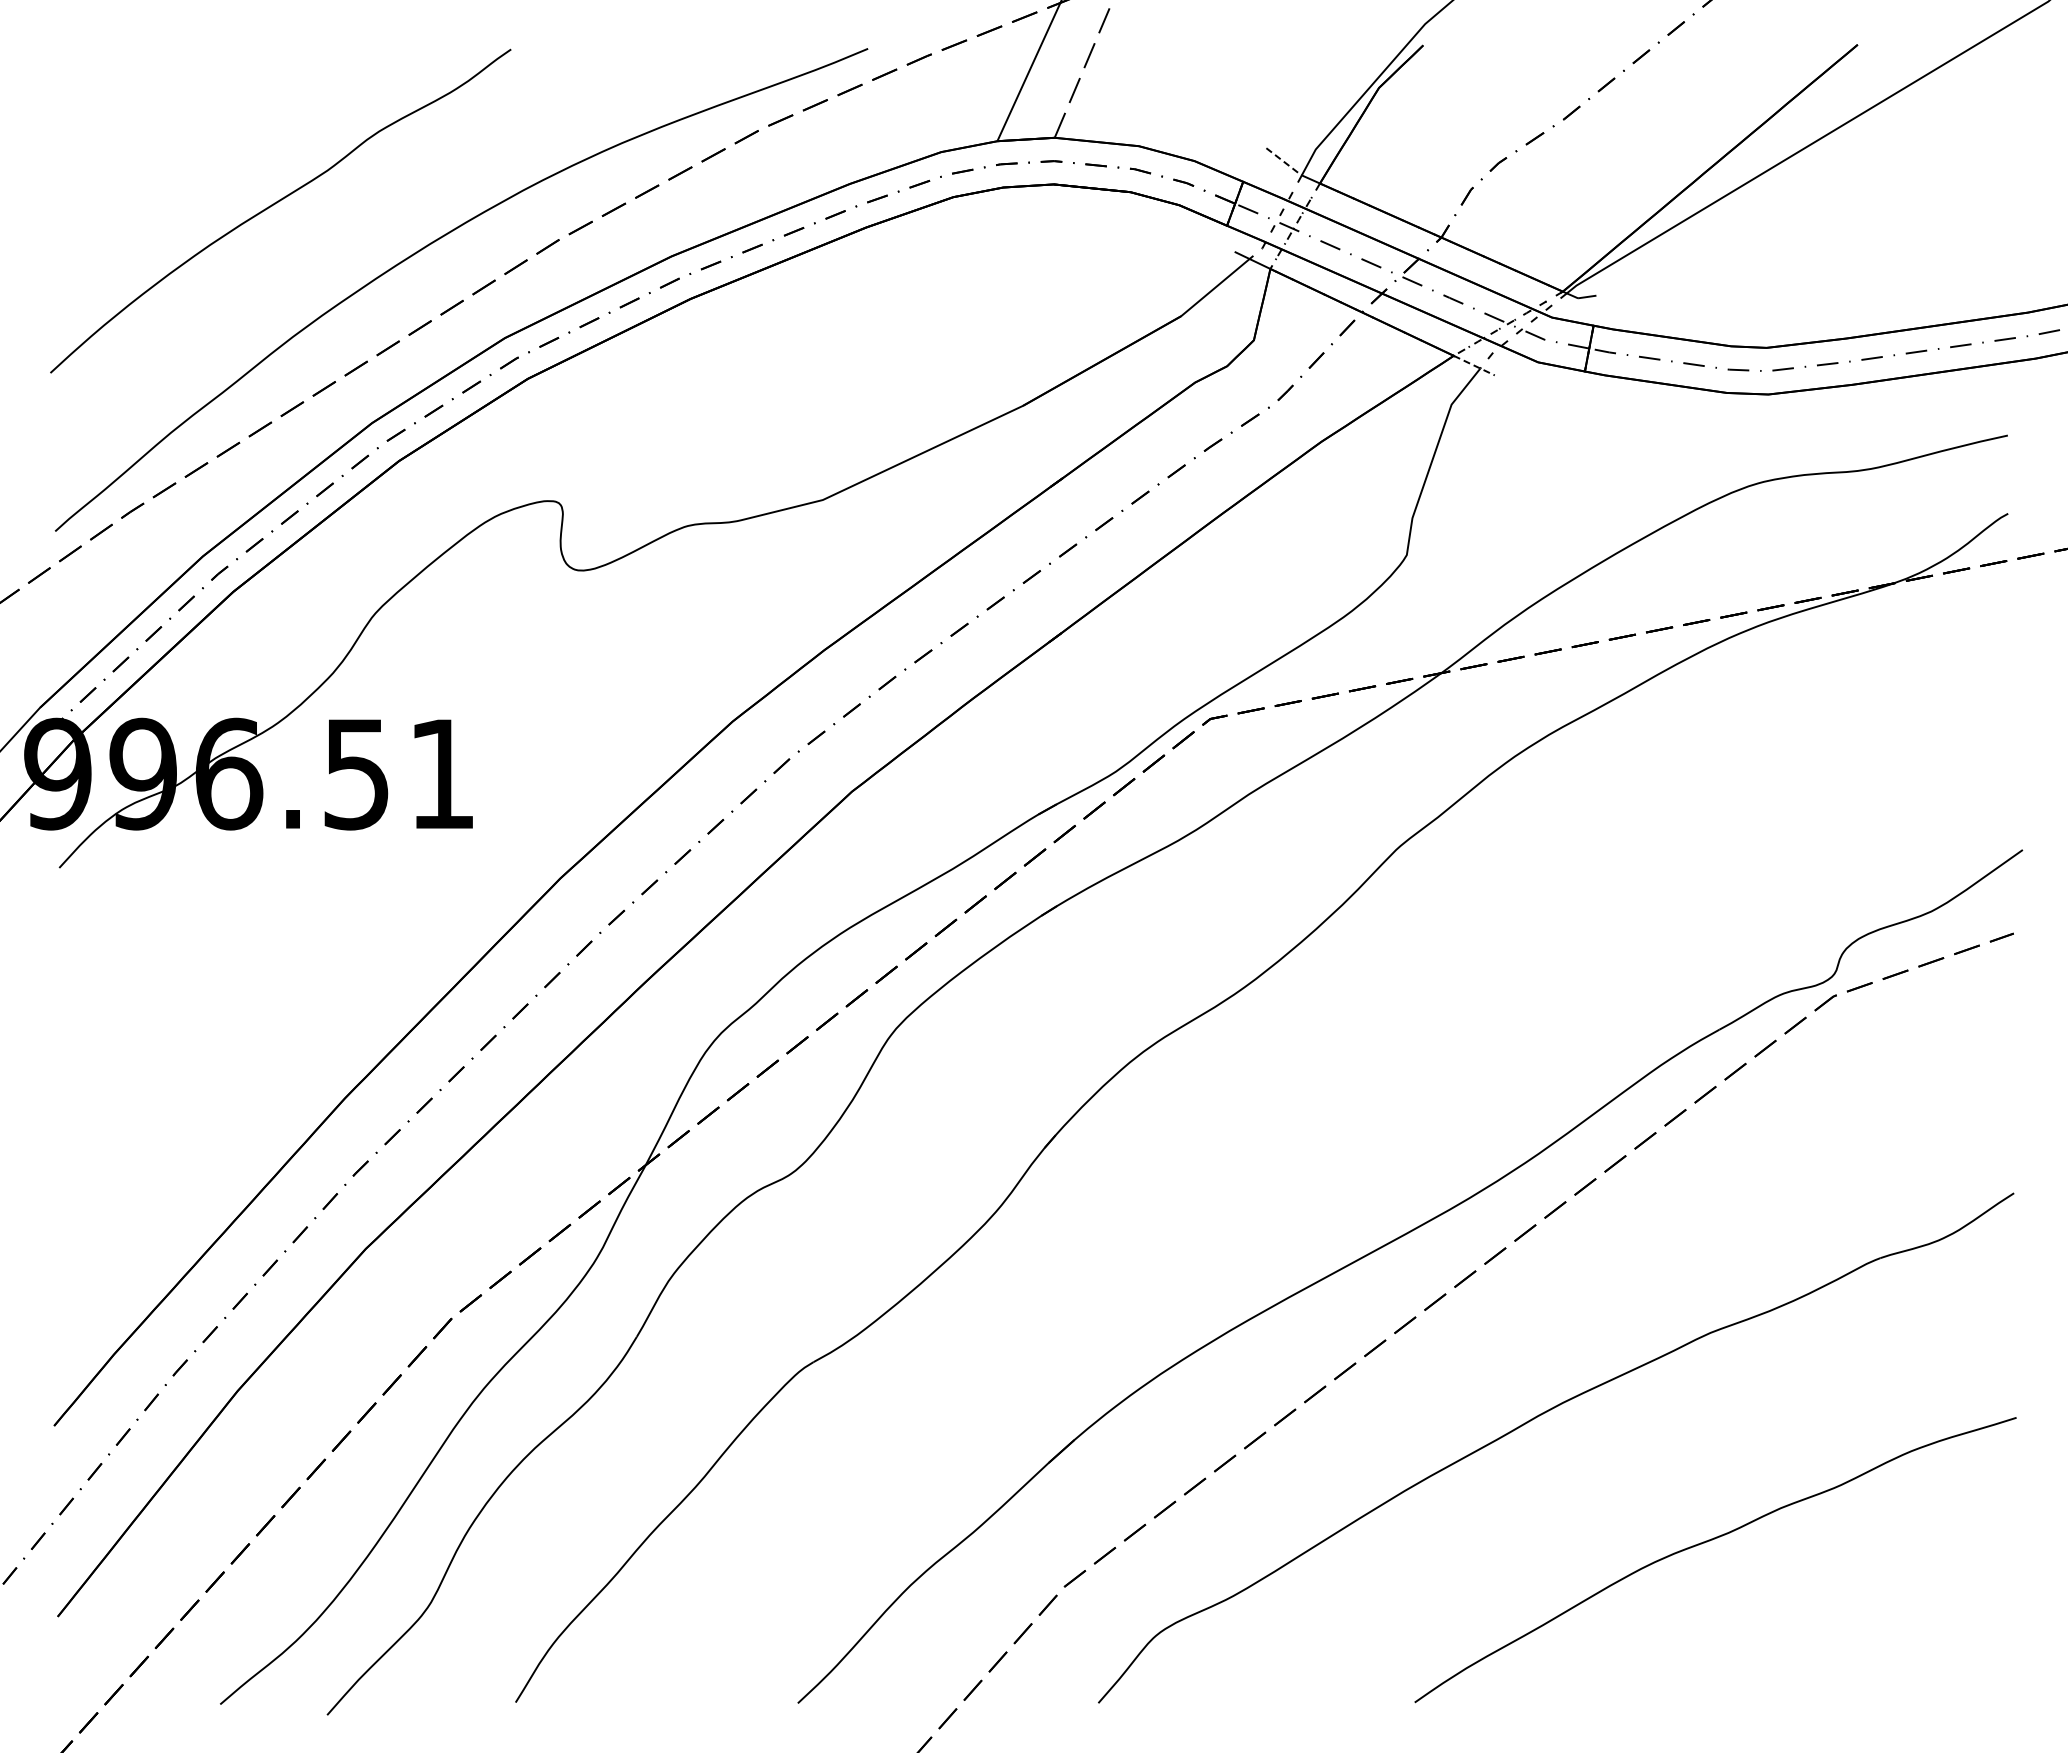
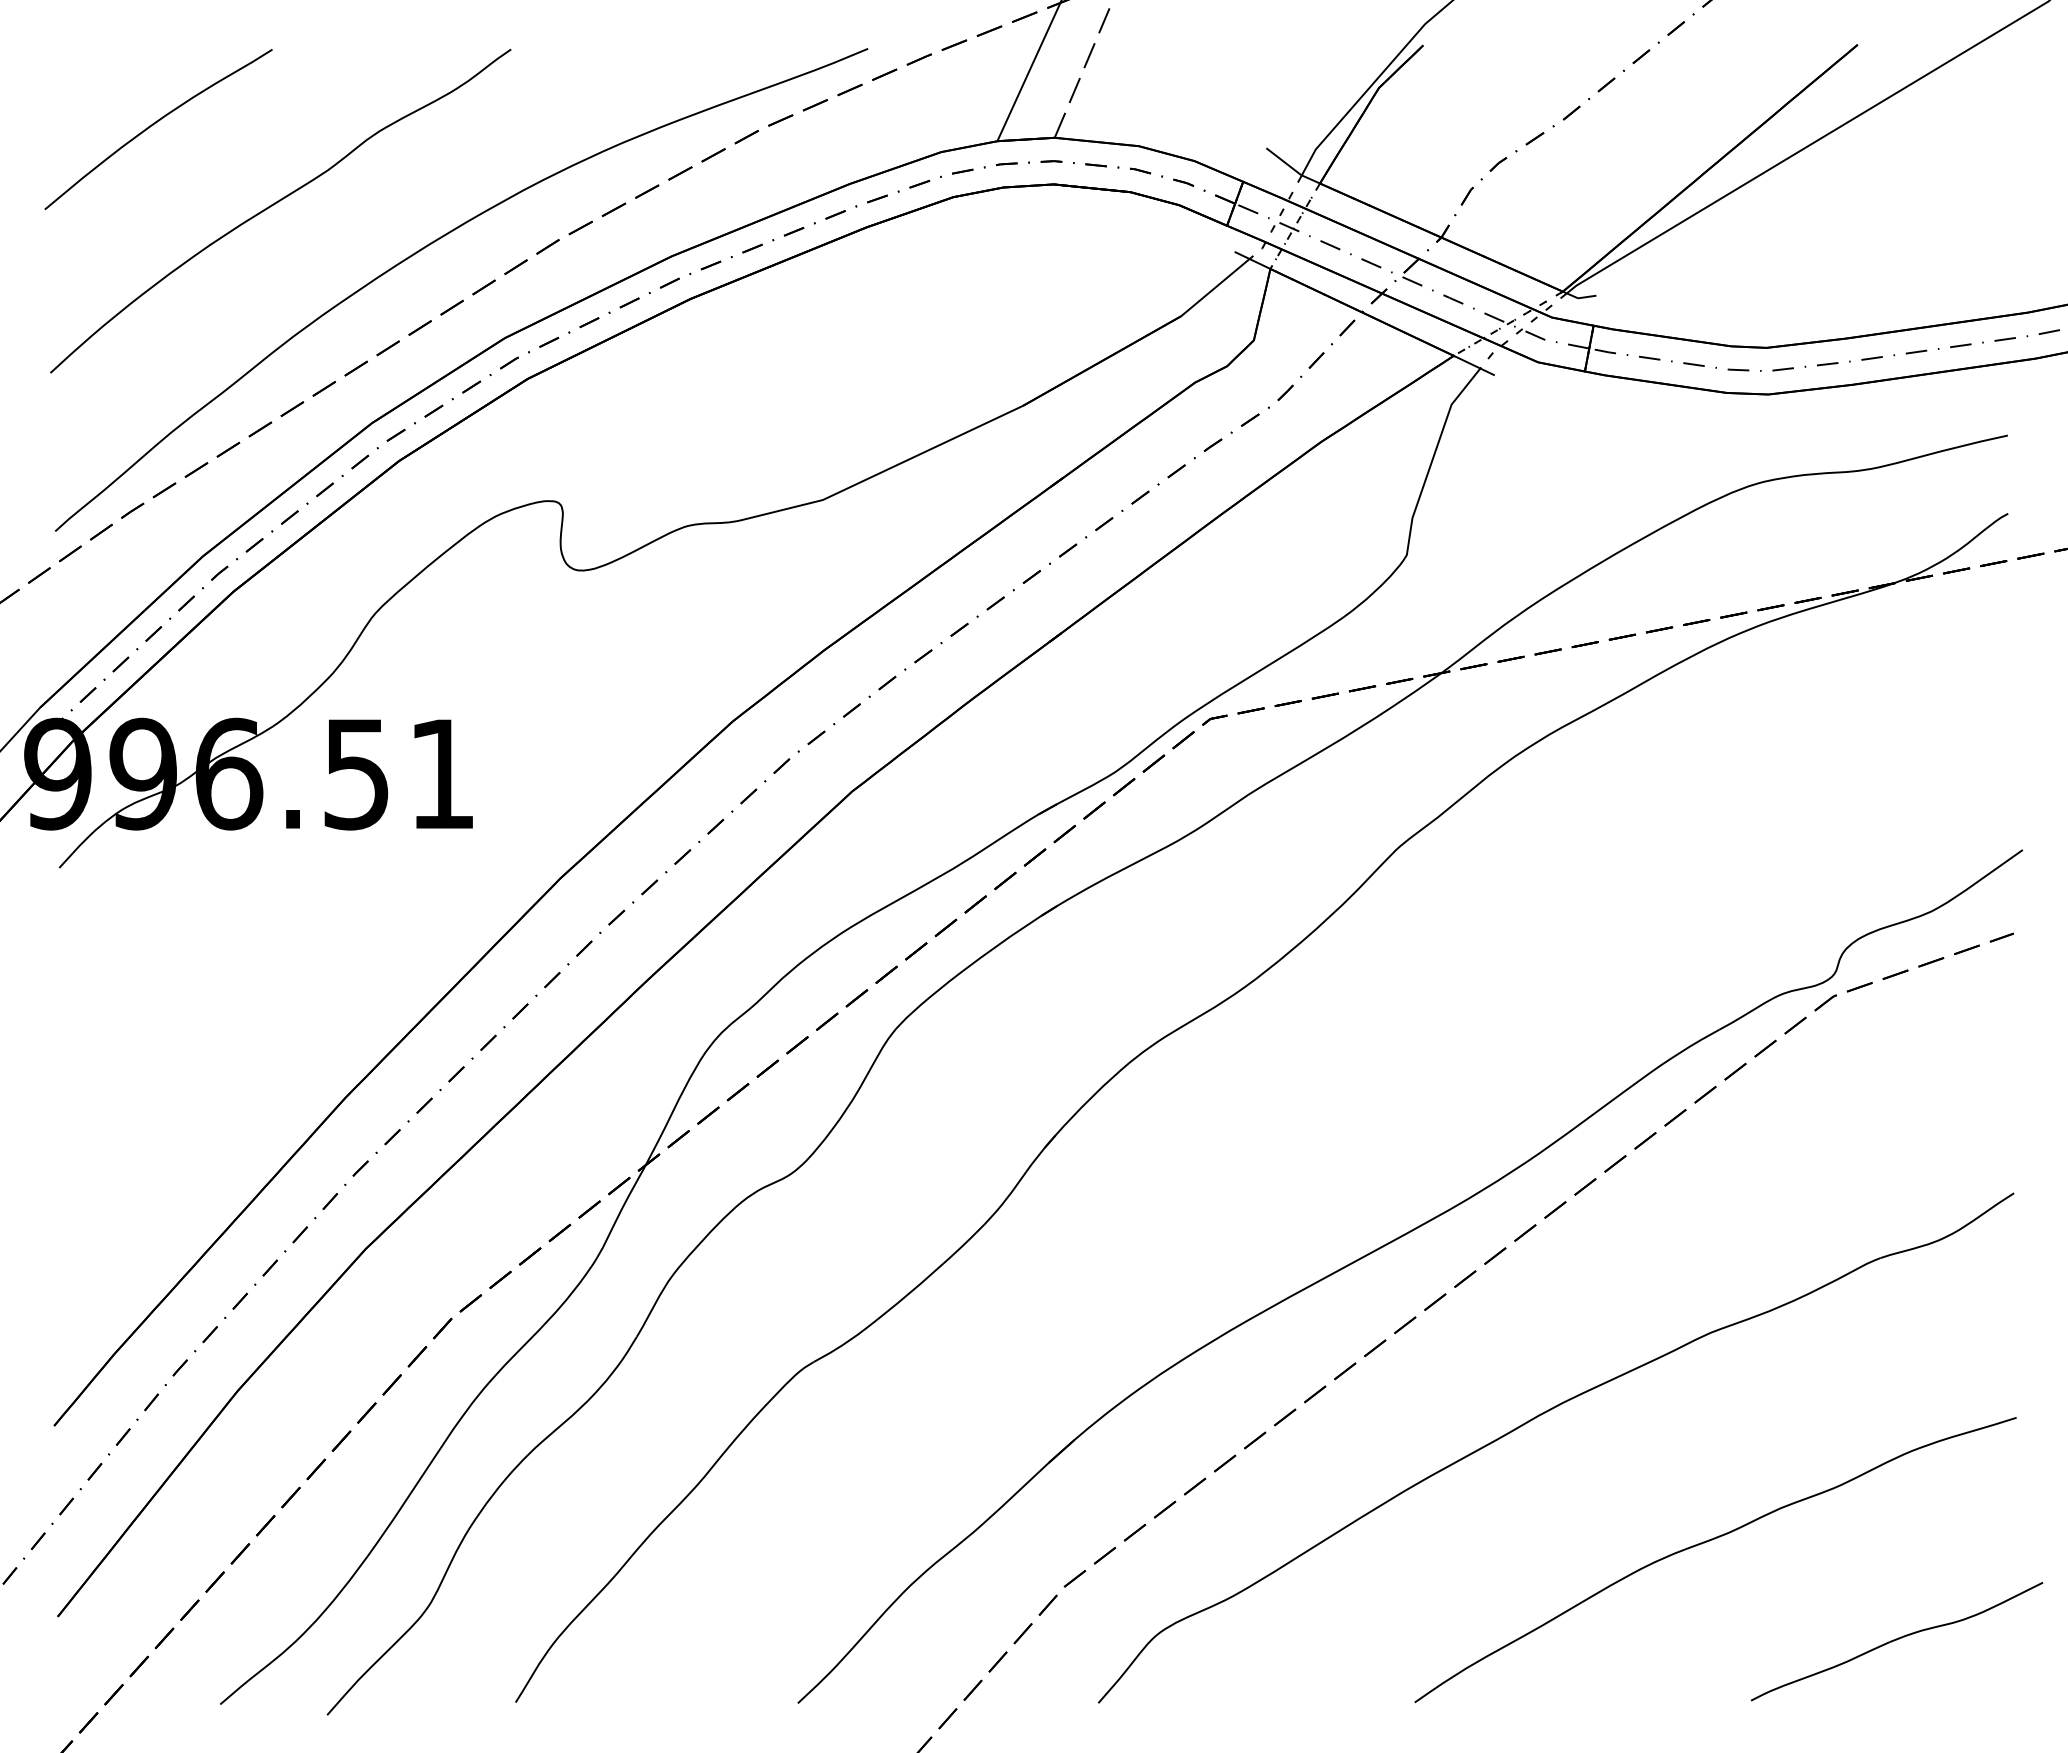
curve at (156, 123): none -> present
line at (1283, 161): dashed -> solid
line at (1474, 365): dashed -> solid
part at (1897, 1641): none -> present
